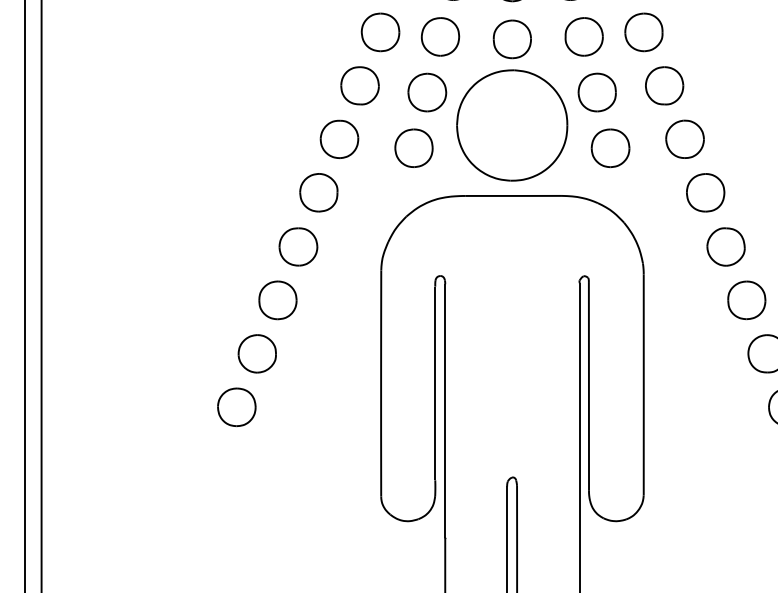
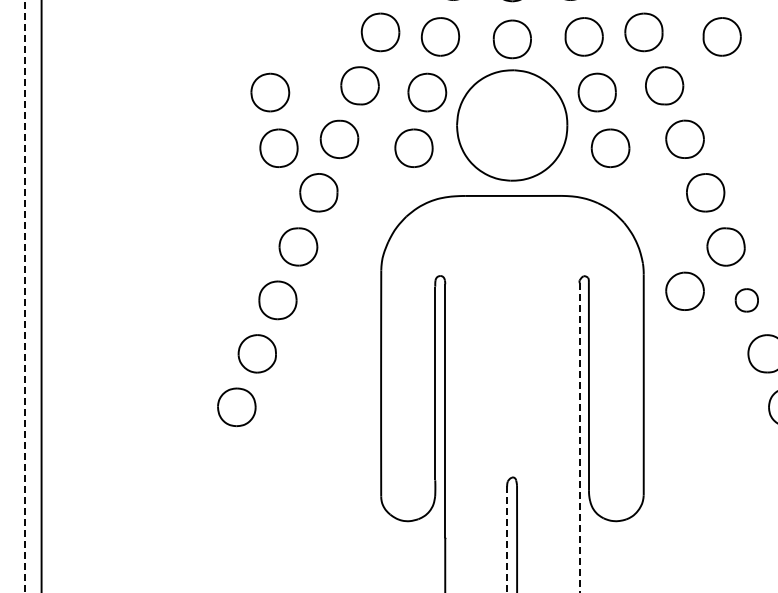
part at (721, 36): none -> present
part at (270, 92): none -> present
part at (278, 147): none -> present
part at (684, 290): none -> present
line at (24, 297): solid -> dashed
part at (746, 300) size: 40x41 px -> 25x25 px
line at (579, 438): solid -> dashed
line at (507, 539): solid -> dashed
